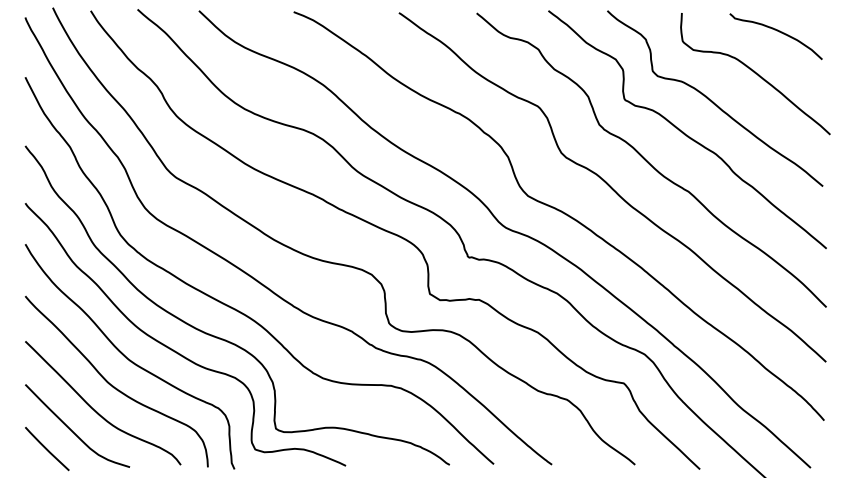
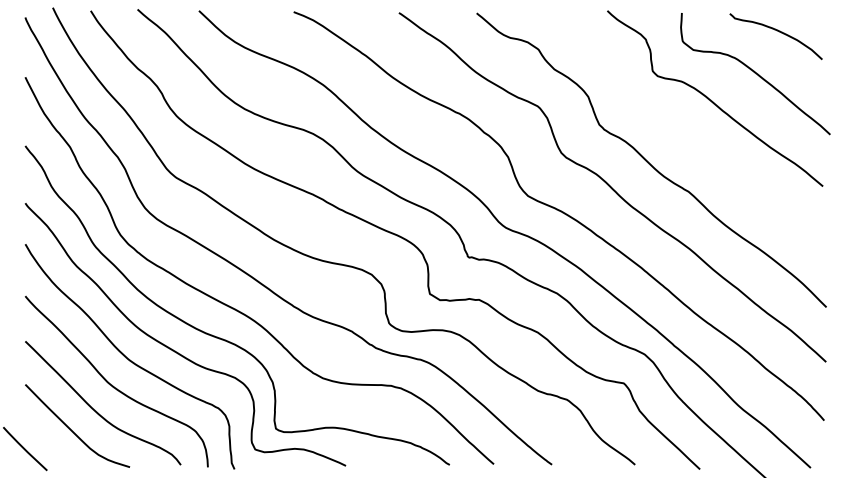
curve at (684, 132): present -> none
line at (47, 449) position: (47, 449) -> (25, 449)
